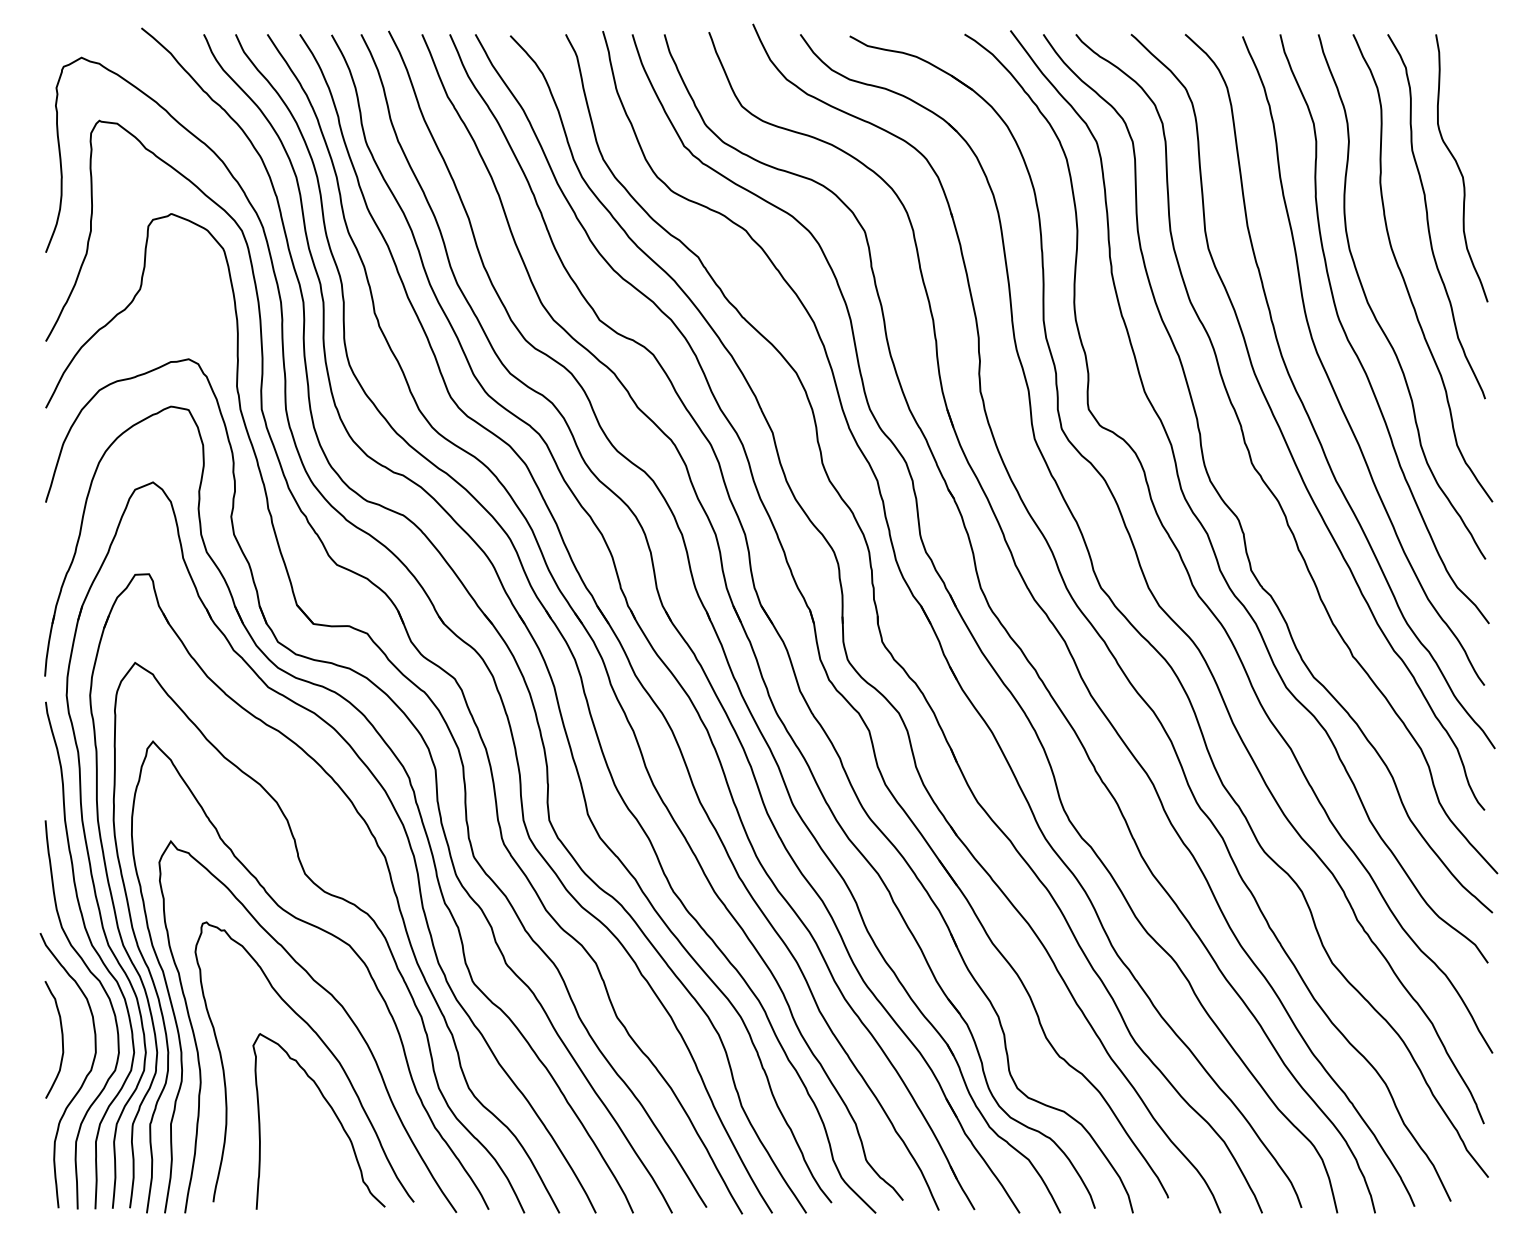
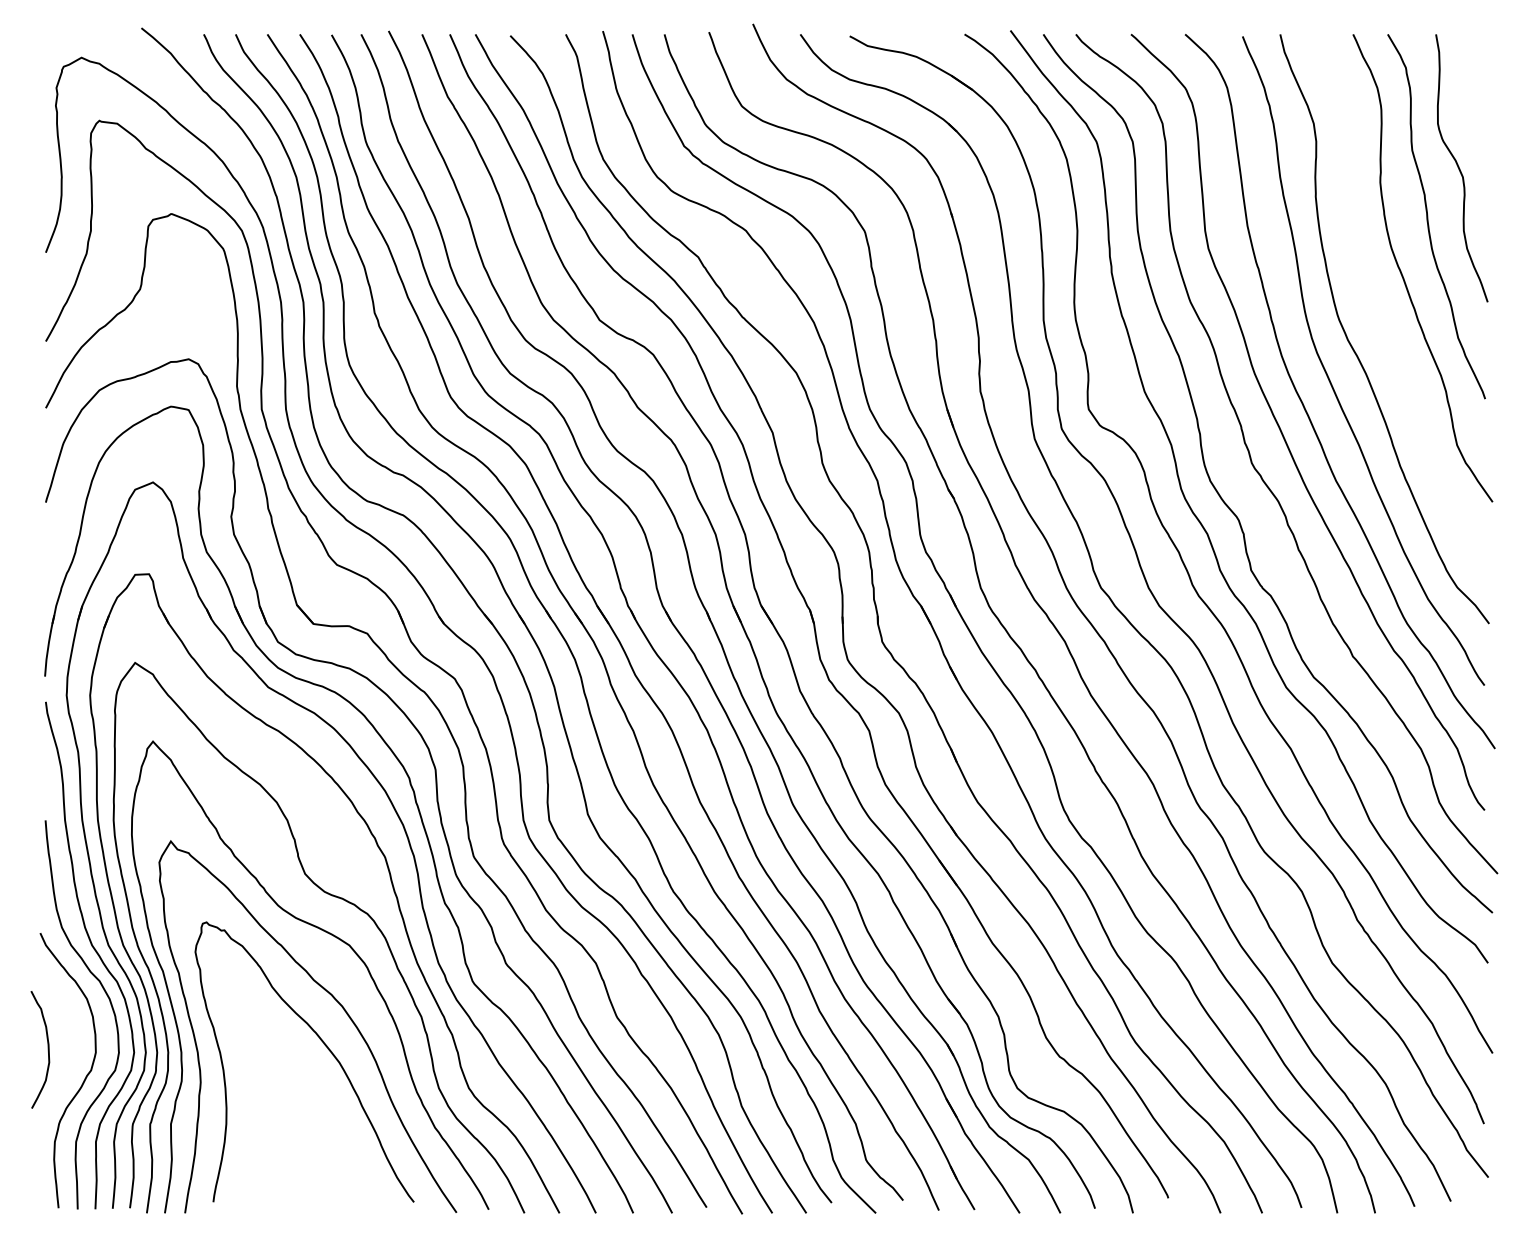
curve at (1373, 311): present -> none
curve at (61, 1039) position: (61, 1039) -> (47, 1049)
curve at (332, 1111): present -> none
